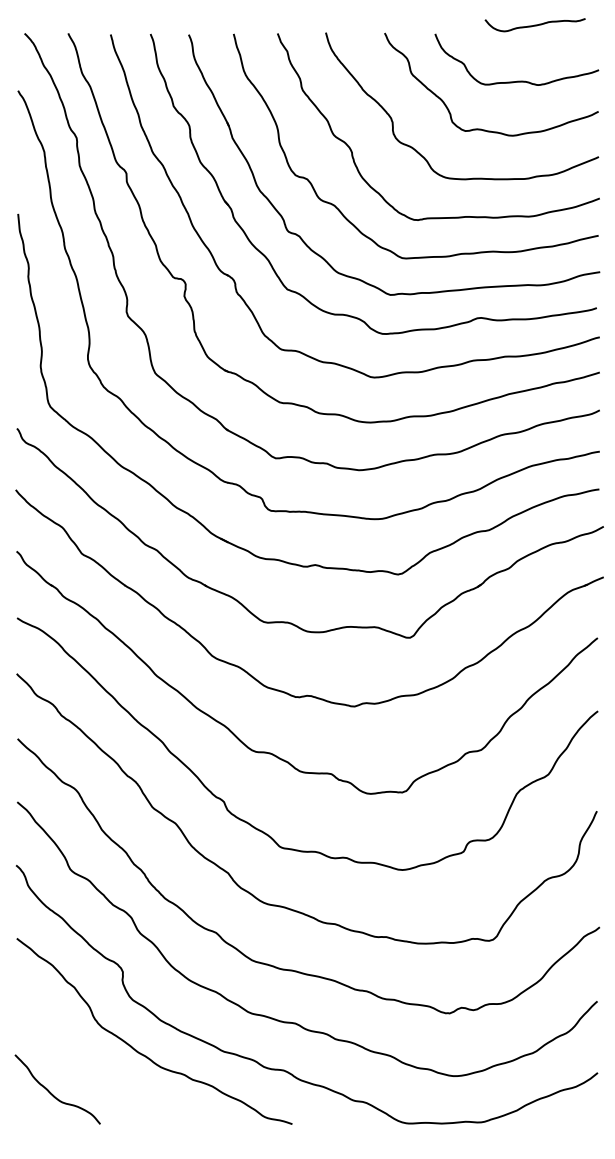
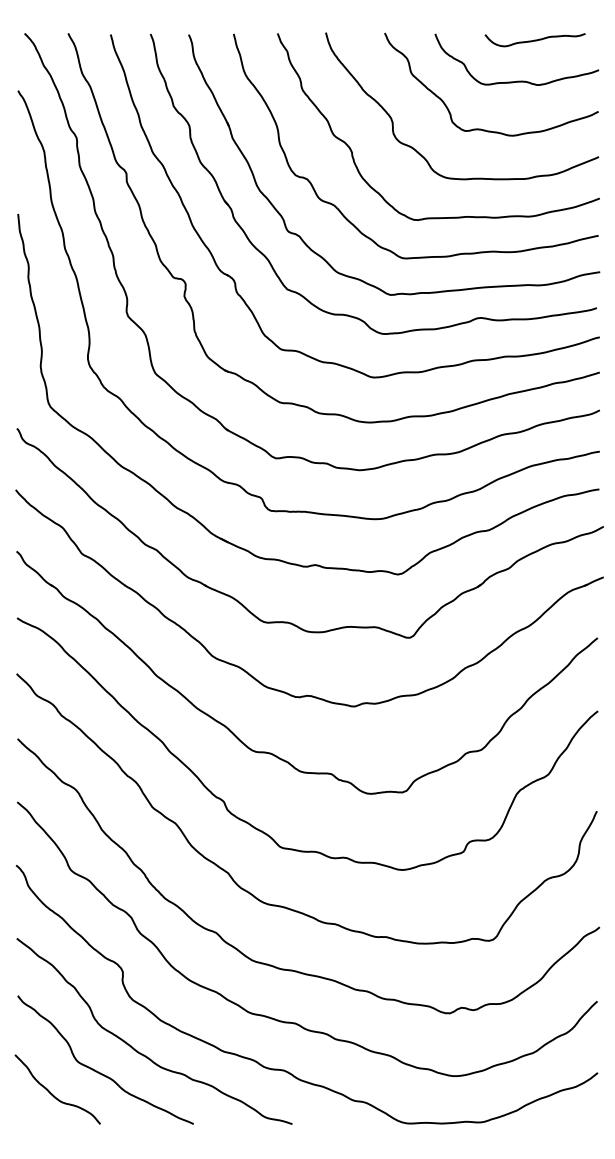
curve at (534, 25) position: (534, 25) -> (534, 40)
curve at (98, 1071): none -> present
